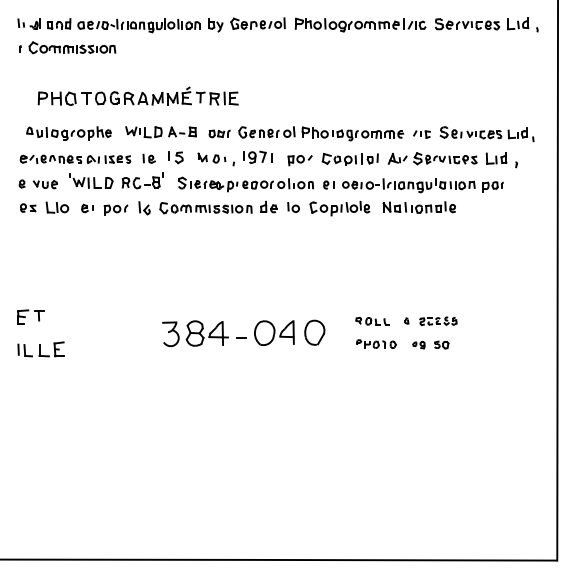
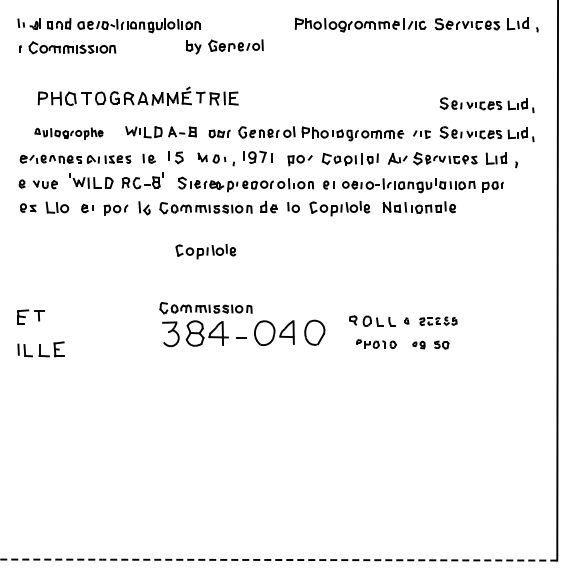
part at (246, 24) position: (246, 24) -> (224, 46)
part at (486, 105): none -> present
part at (68, 133) size: 86x15 px -> 70x13 px
part at (205, 251): none -> present
part at (205, 308): none -> present
part at (372, 321) size: 35x9 px -> 47x12 px
arc at (278, 560): solid -> dashed
